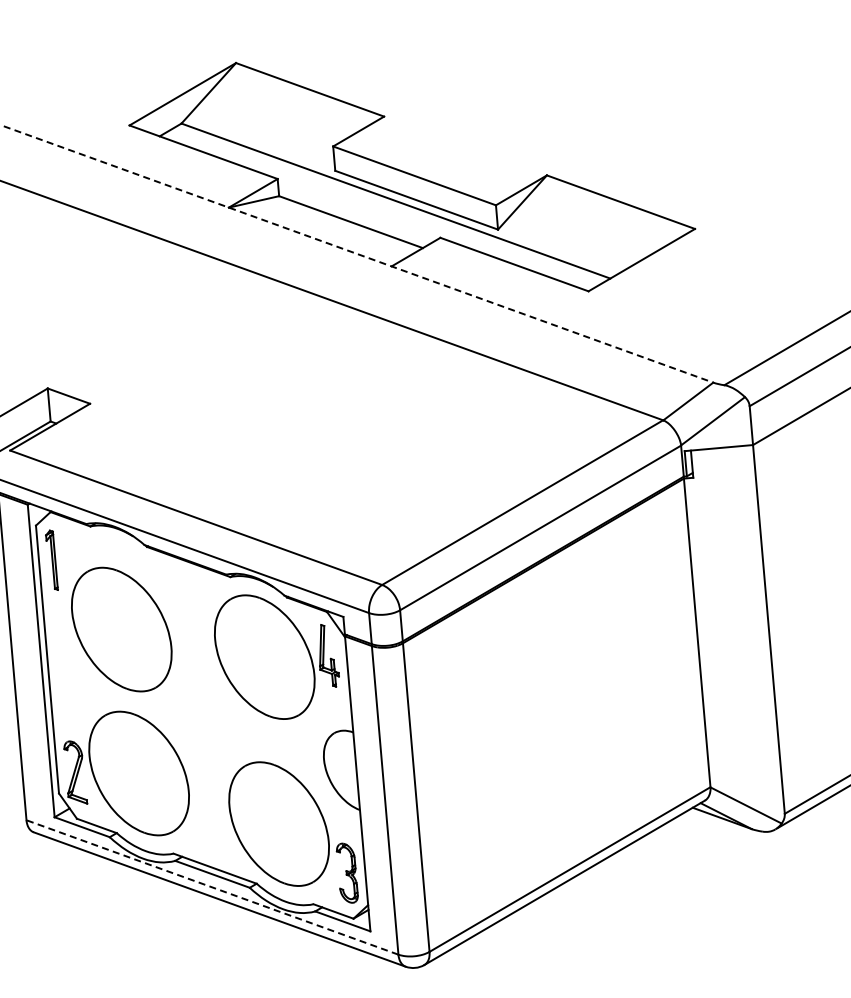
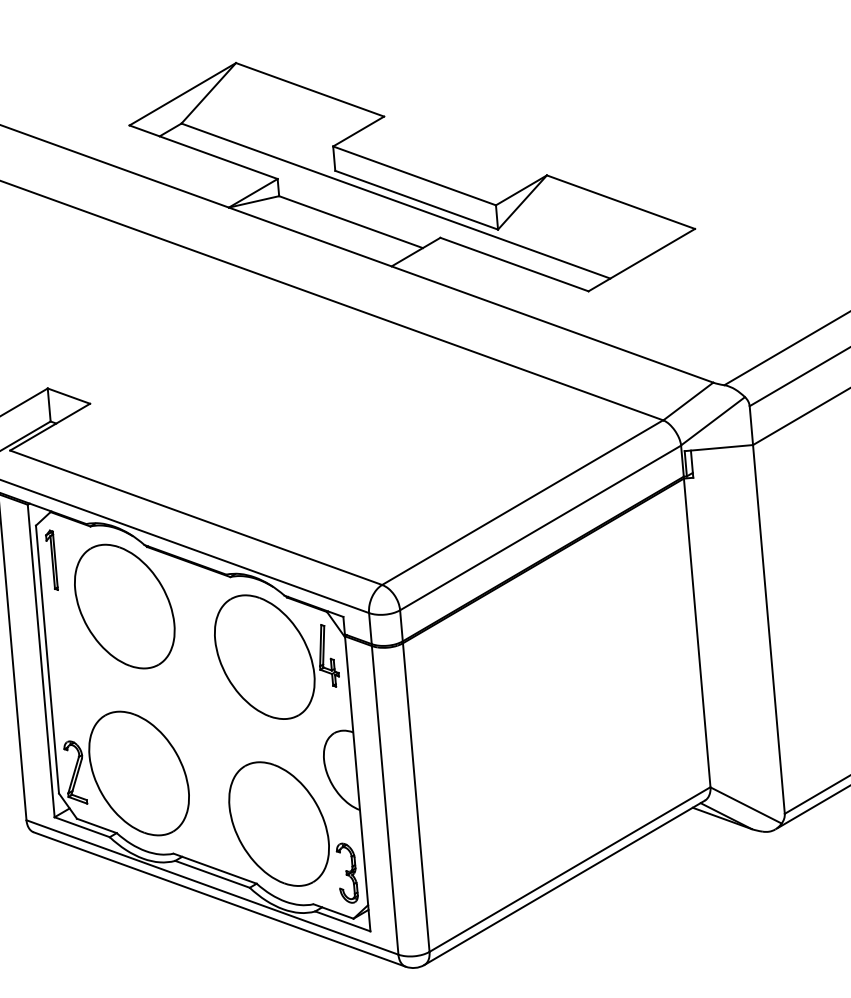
line at (357, 253): dashed -> solid
part at (121, 629) position: (121, 629) -> (124, 606)
line at (212, 887): dashed -> solid
